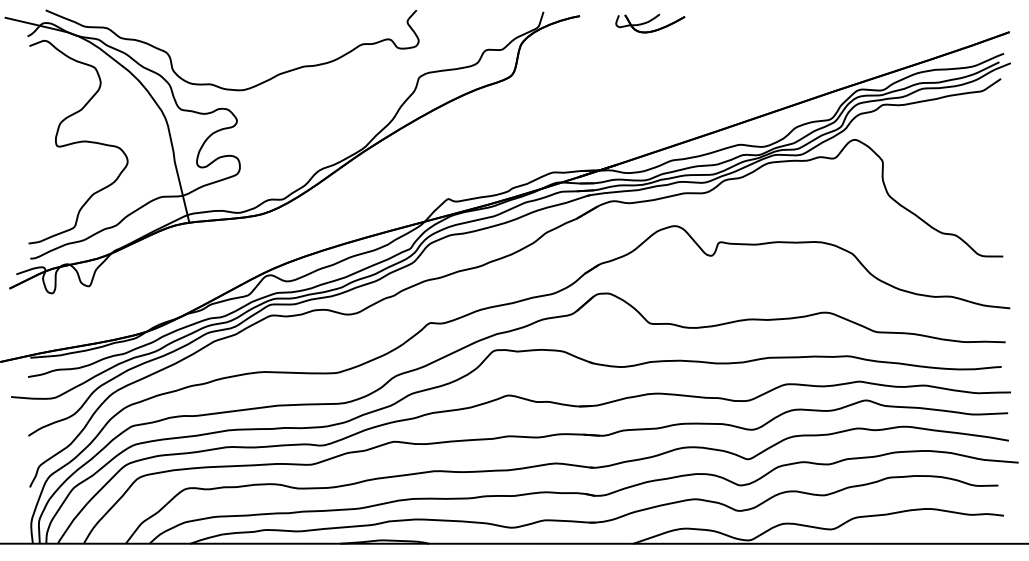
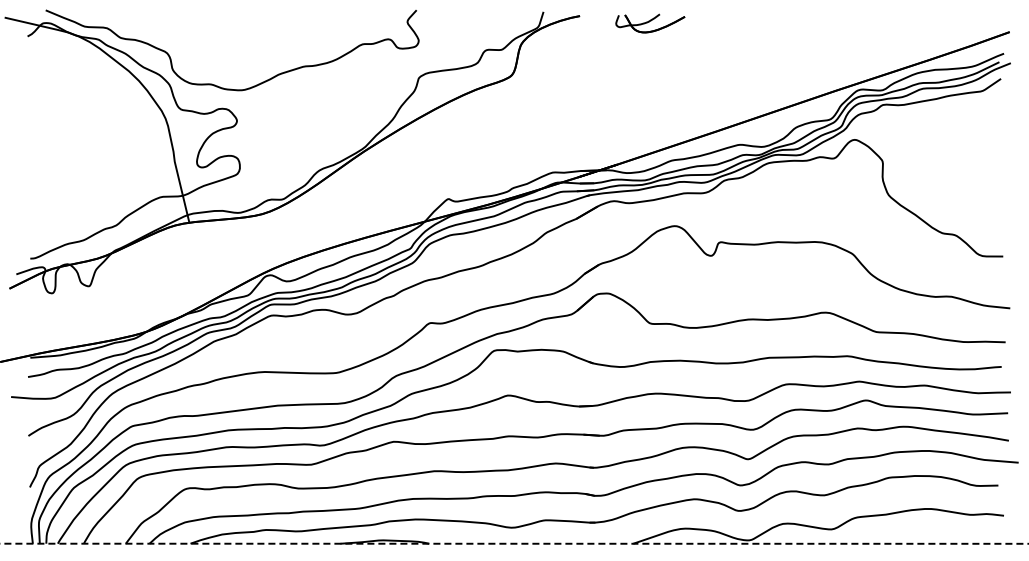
curve at (78, 142): present -> none
line at (514, 543): solid -> dashed
